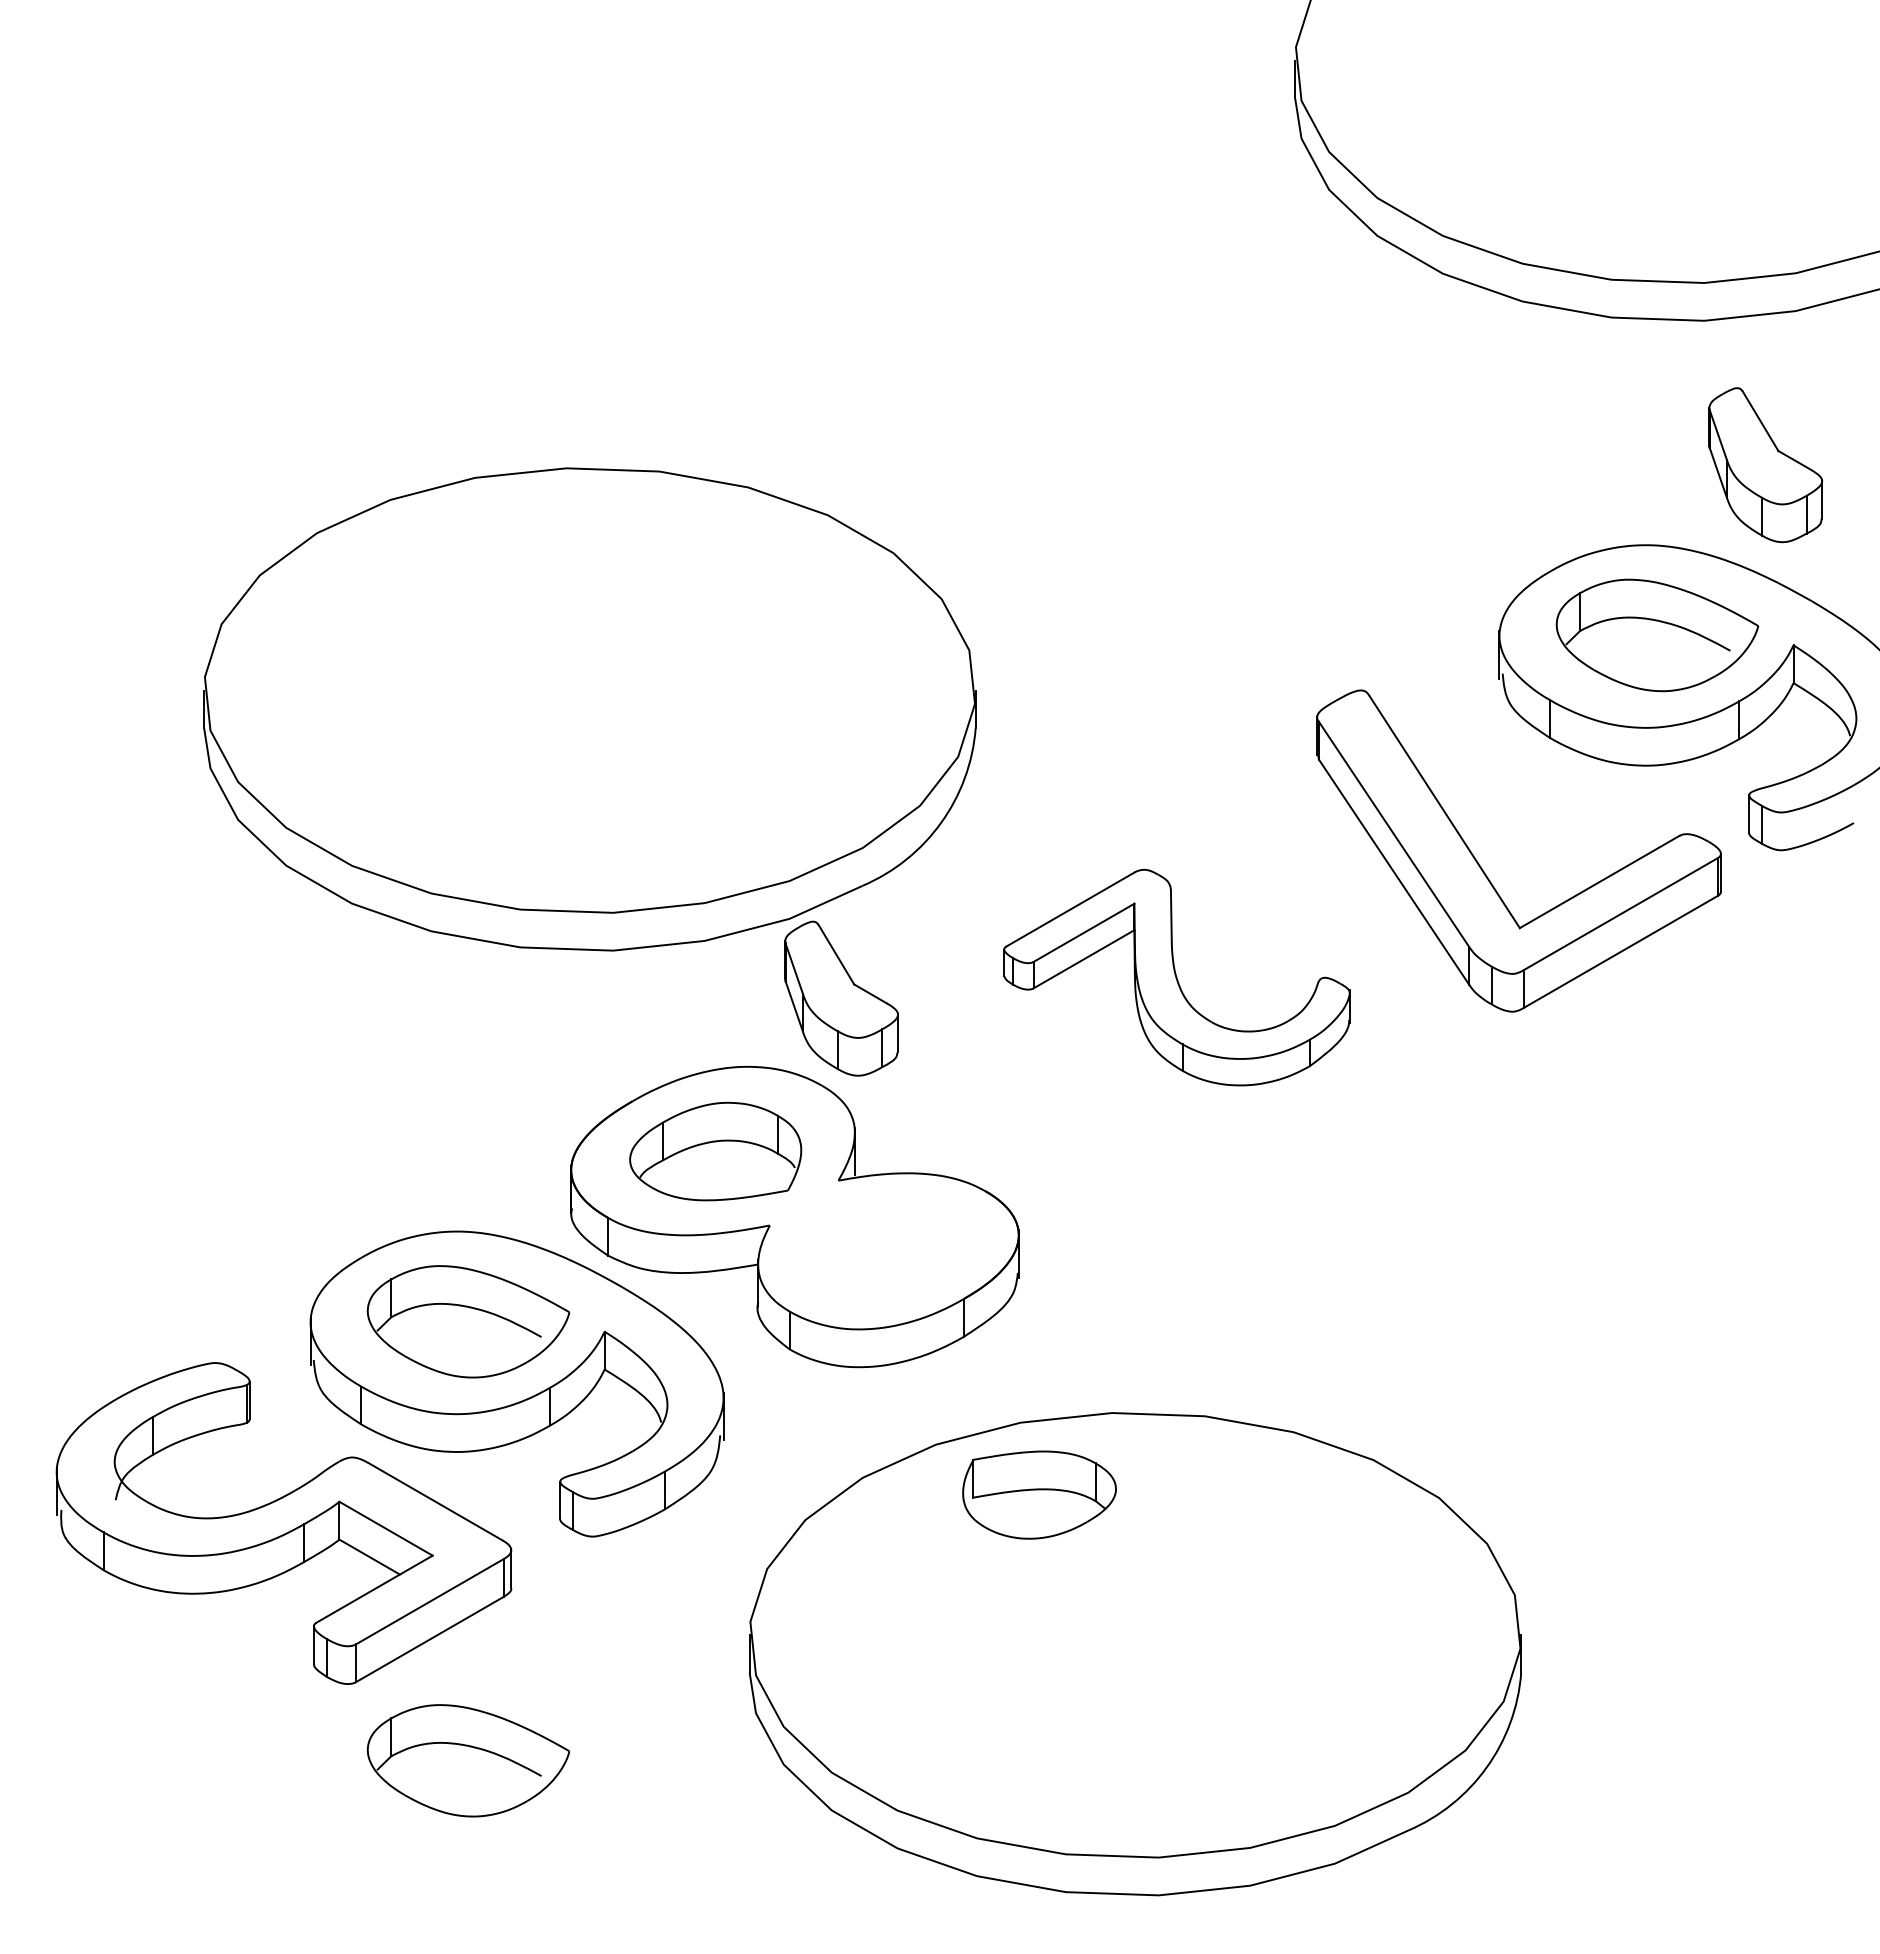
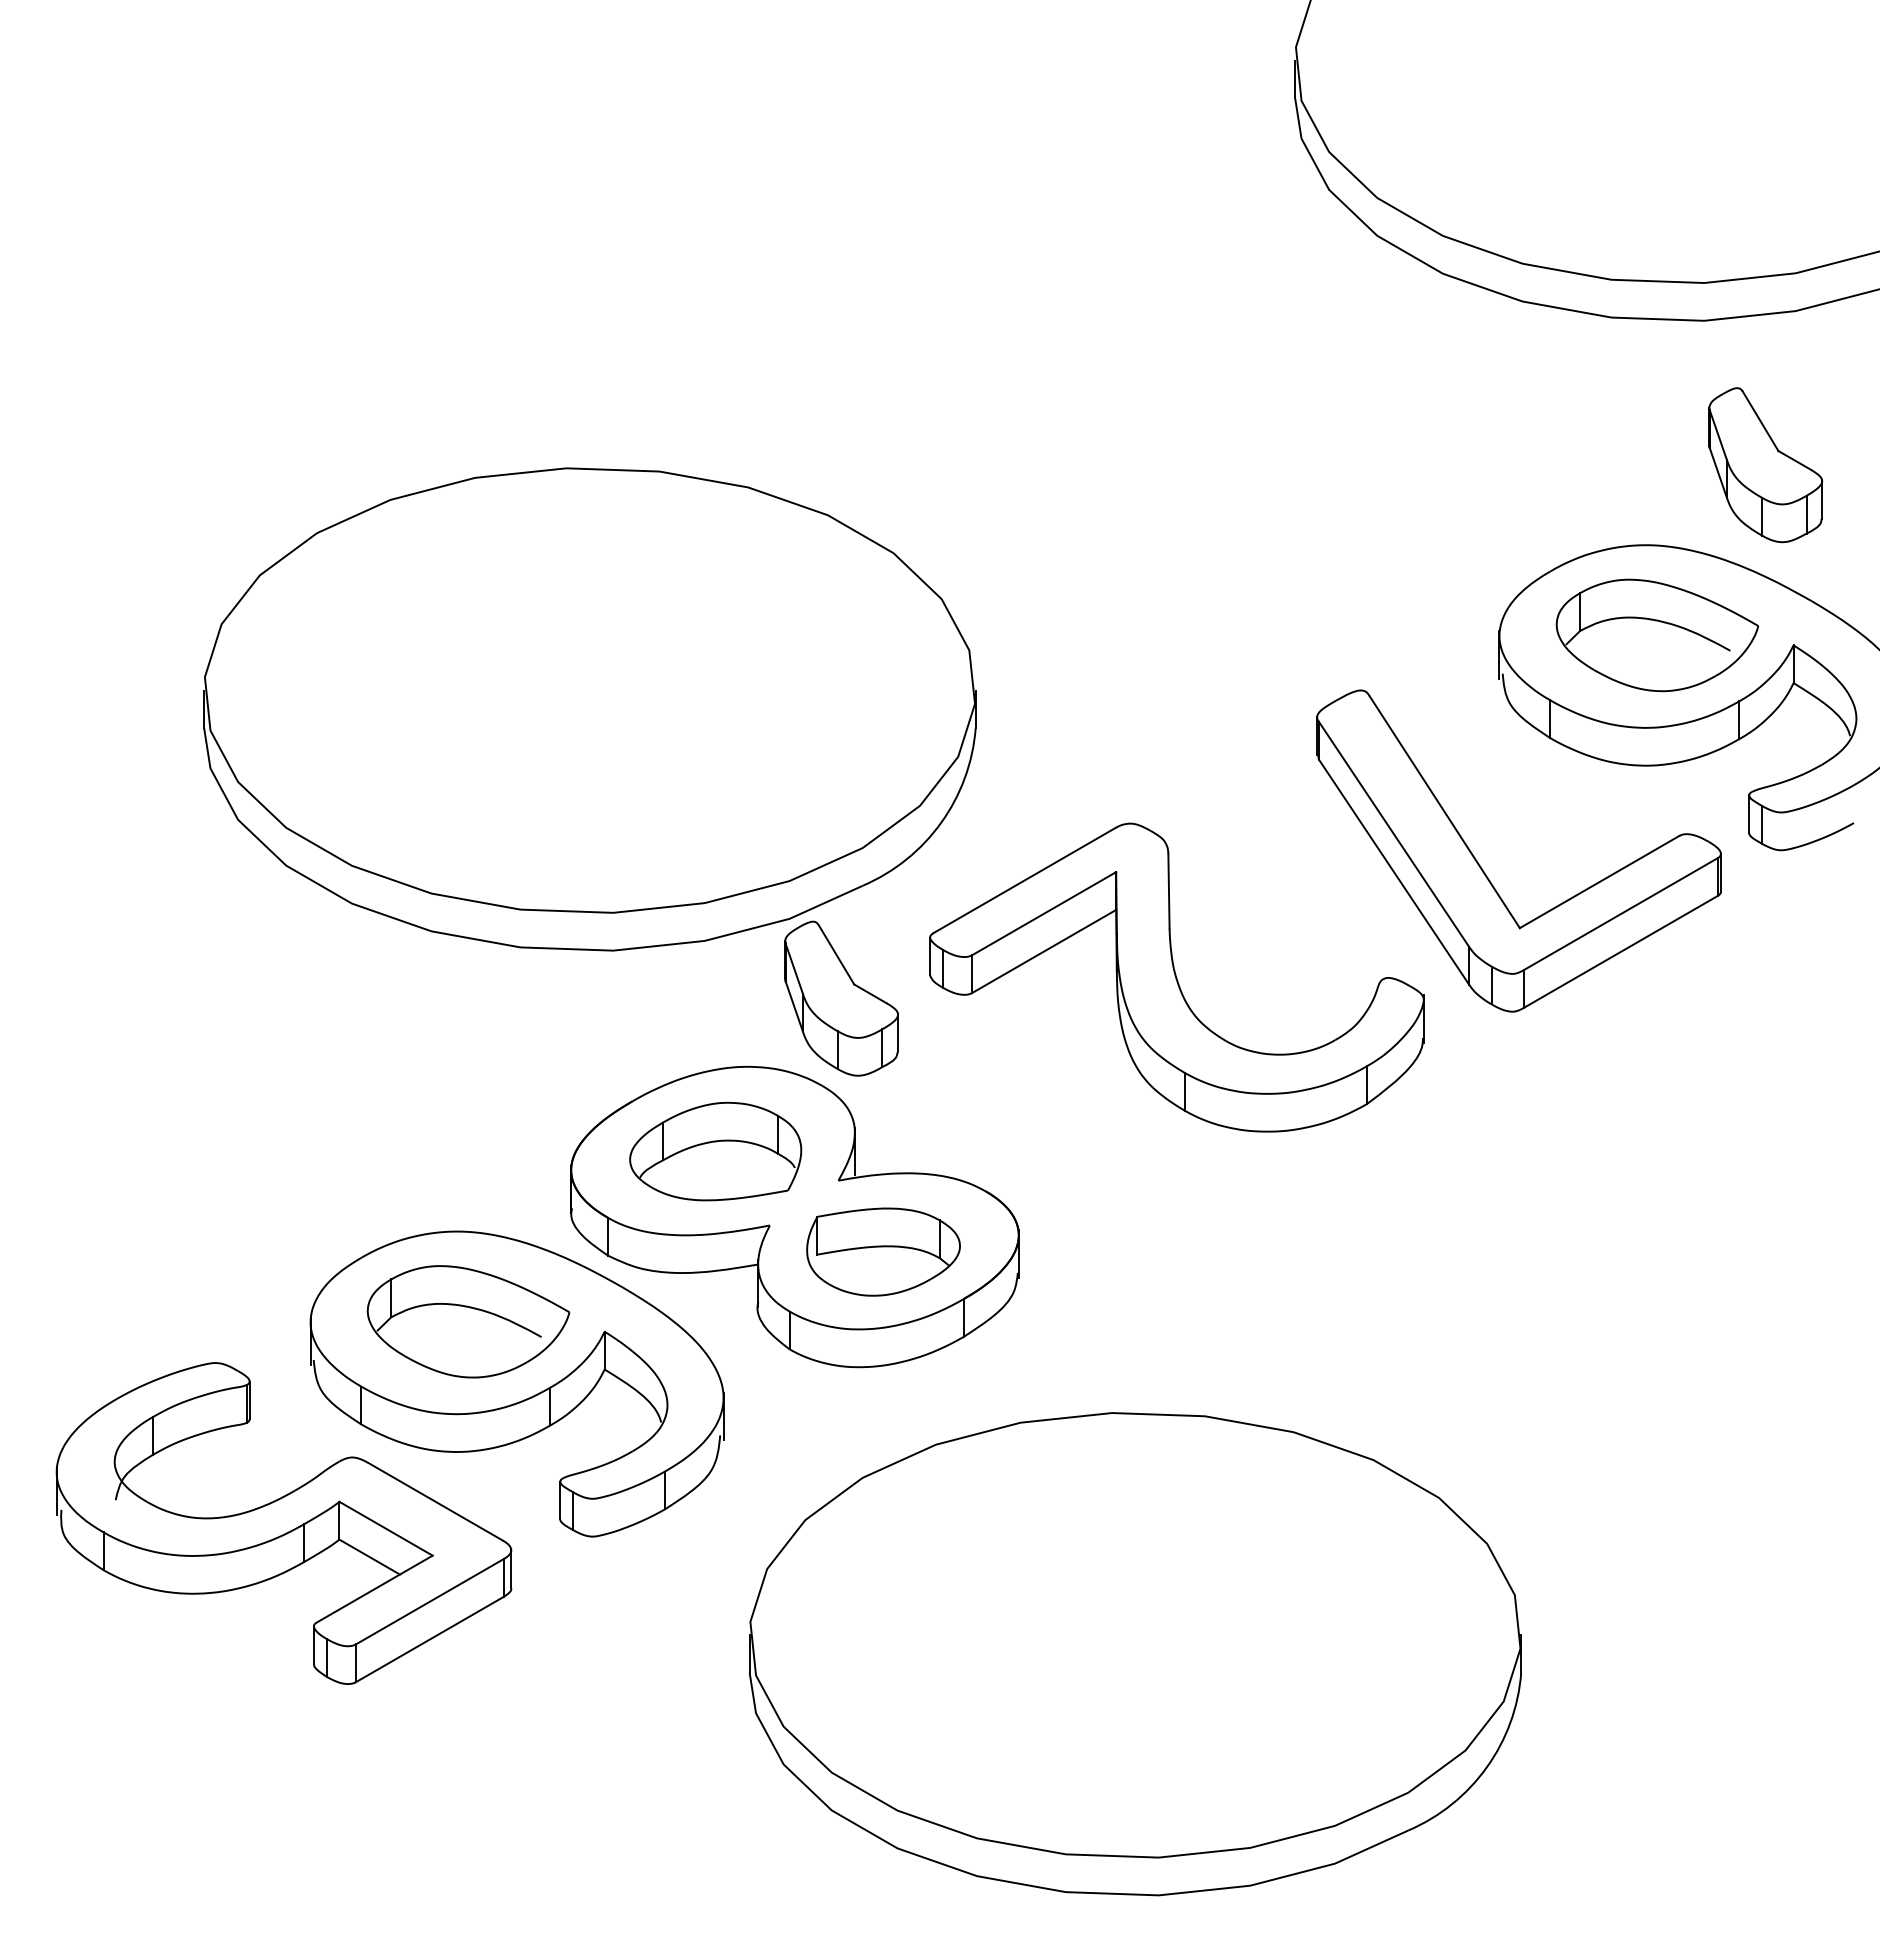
part at (1176, 977) size: 348x219 px -> 496x311 px
part at (1039, 1494) position: (1039, 1494) -> (883, 1251)
part at (468, 1760): present -> none
